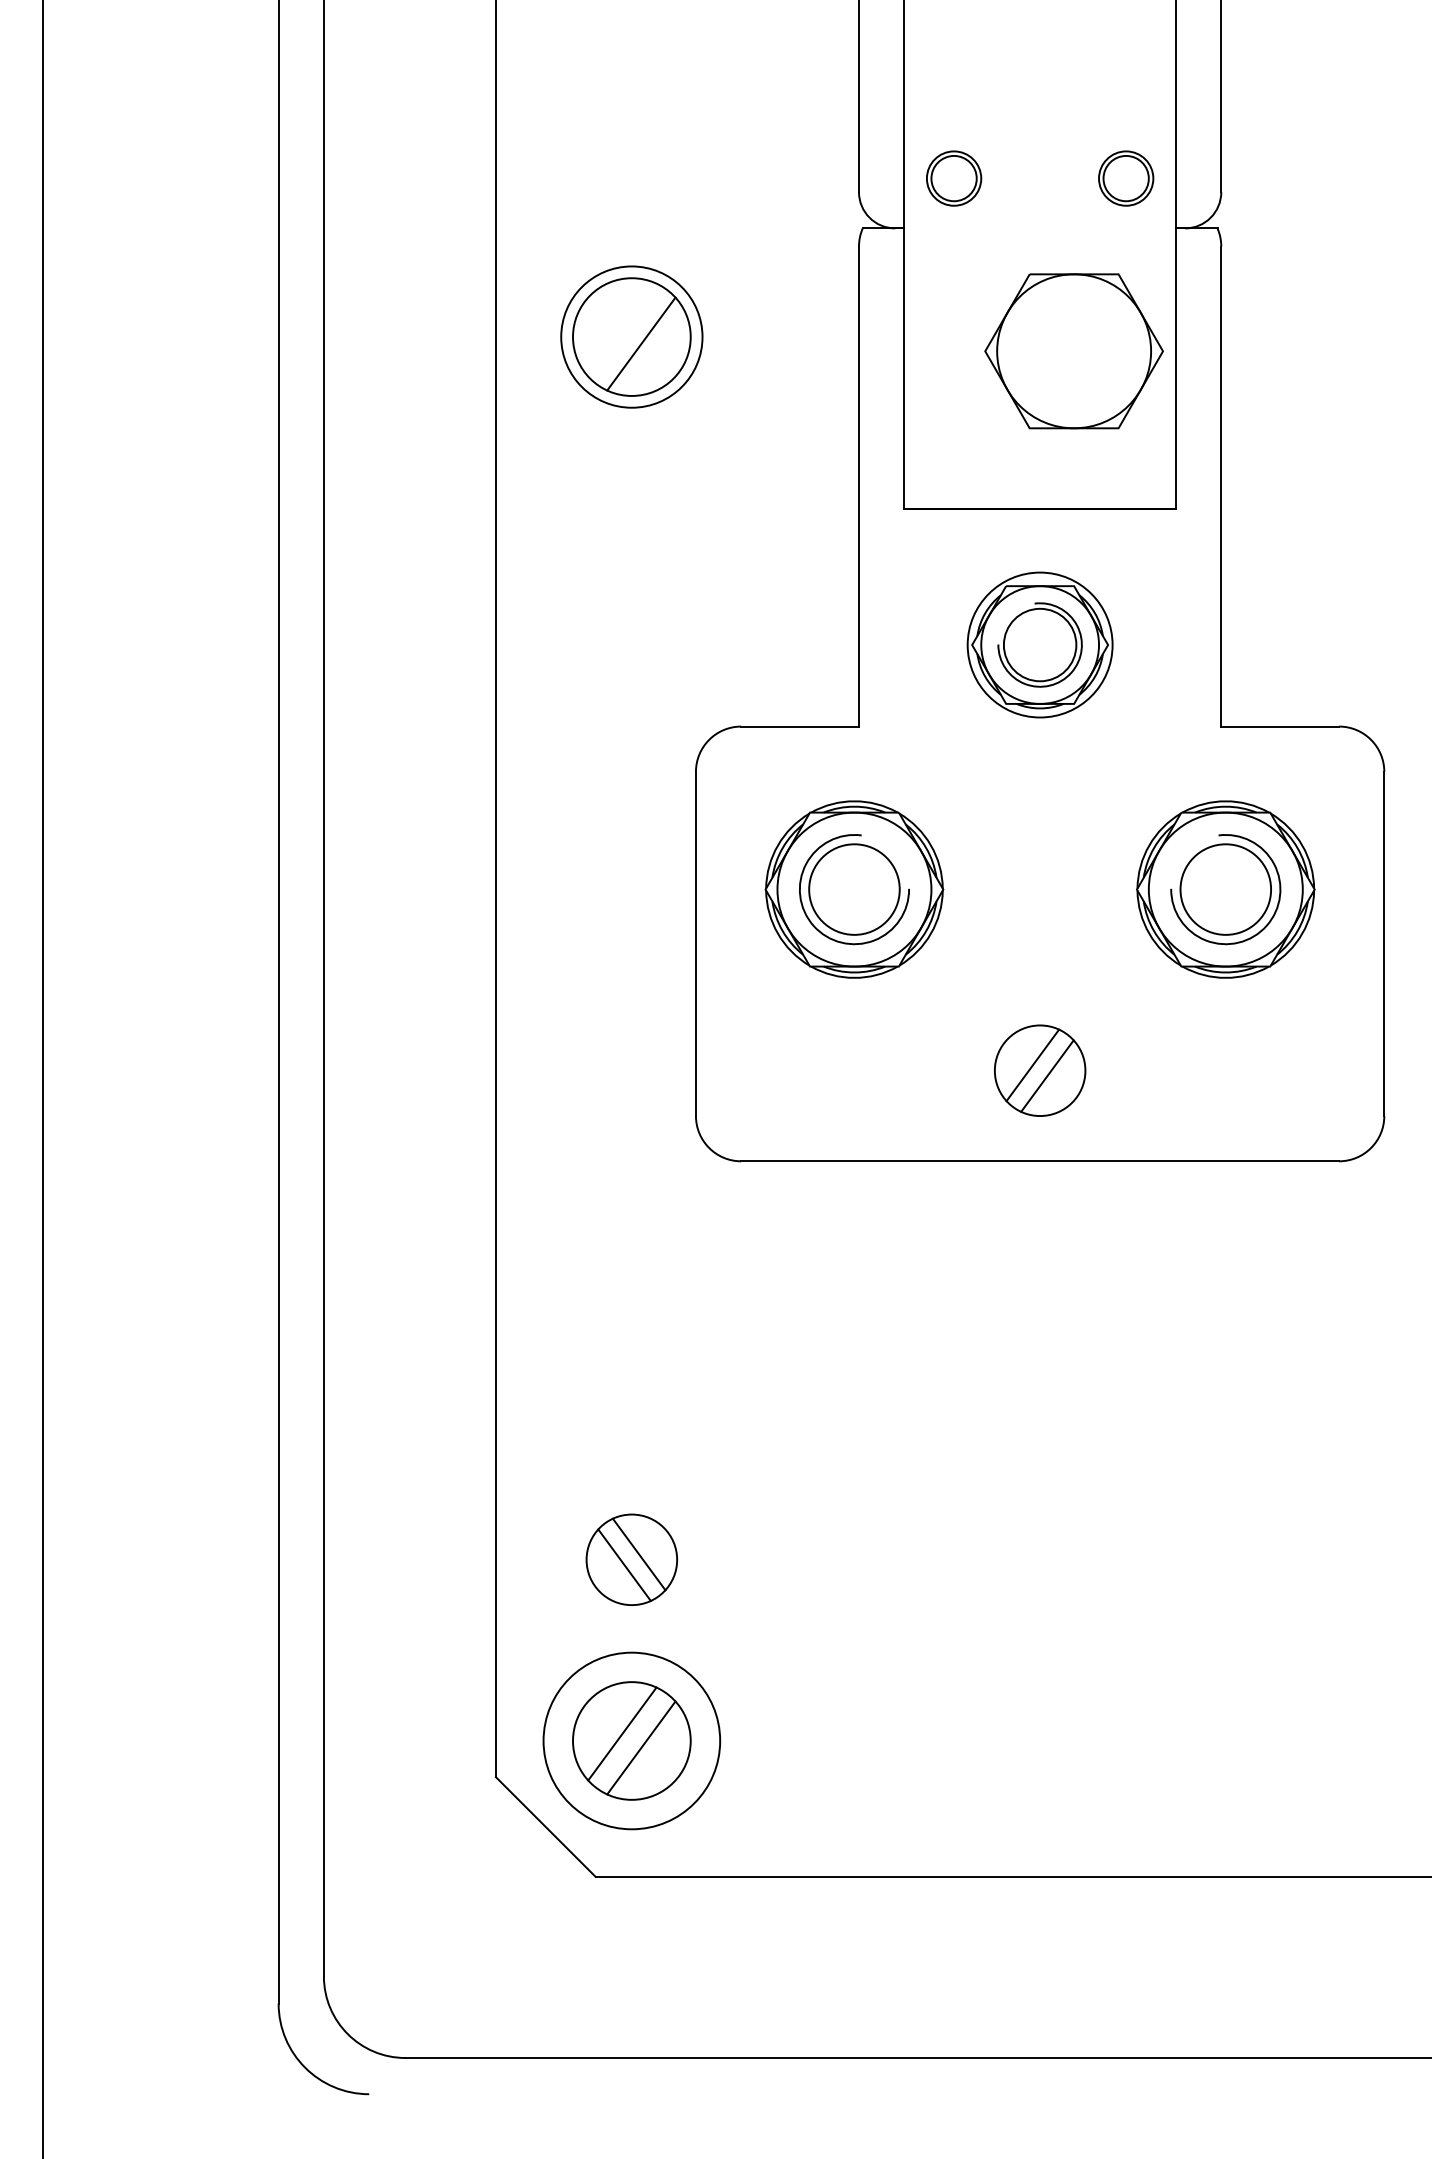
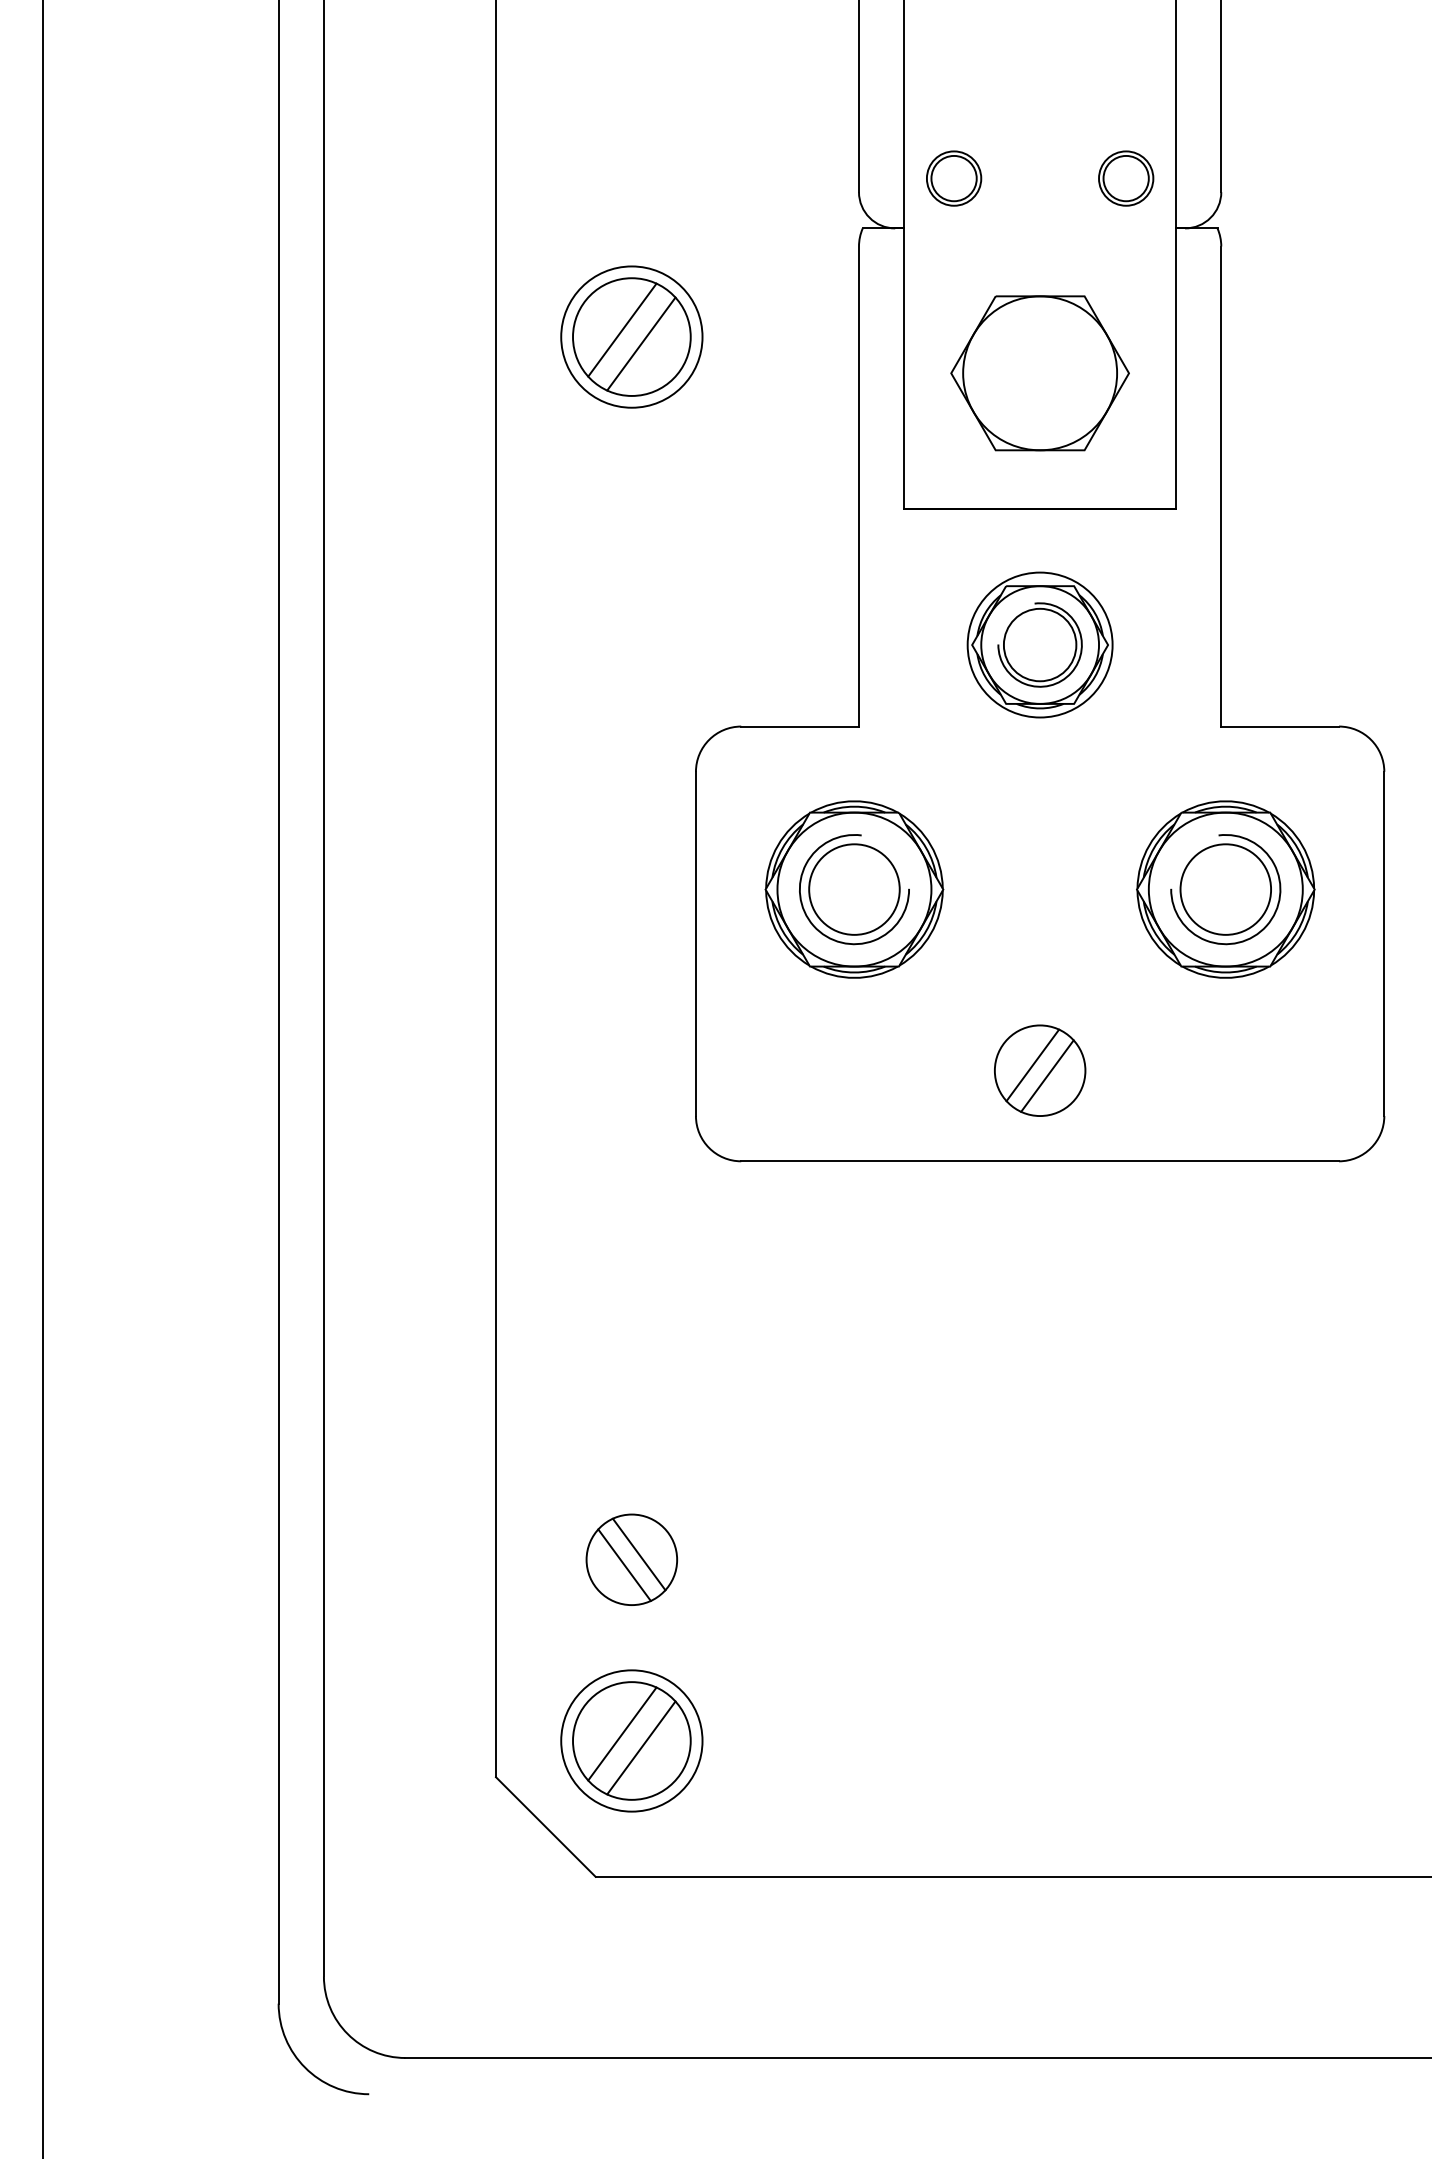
line at (622, 329): none -> present
part at (1073, 351) position: (1073, 351) -> (1039, 373)
circle at (631, 1740) diameter: 177 px -> 141 px
